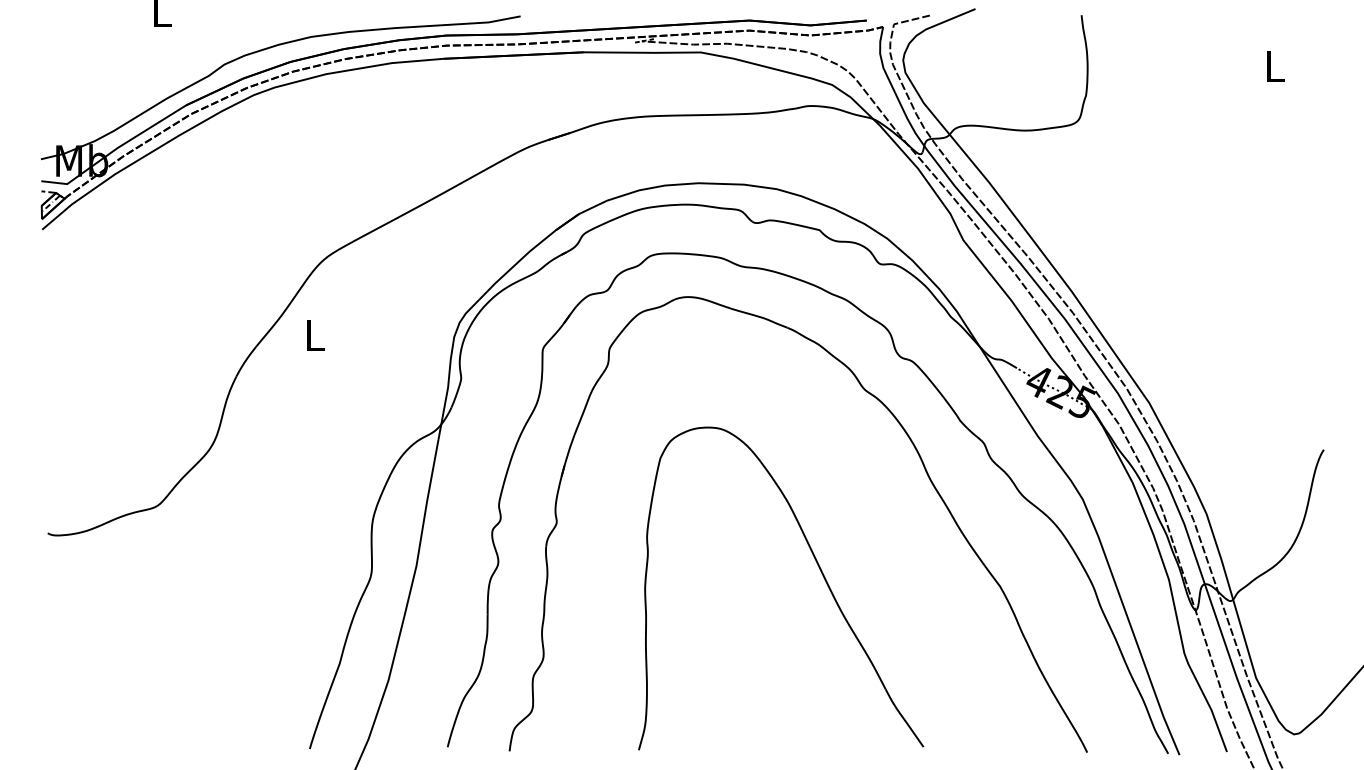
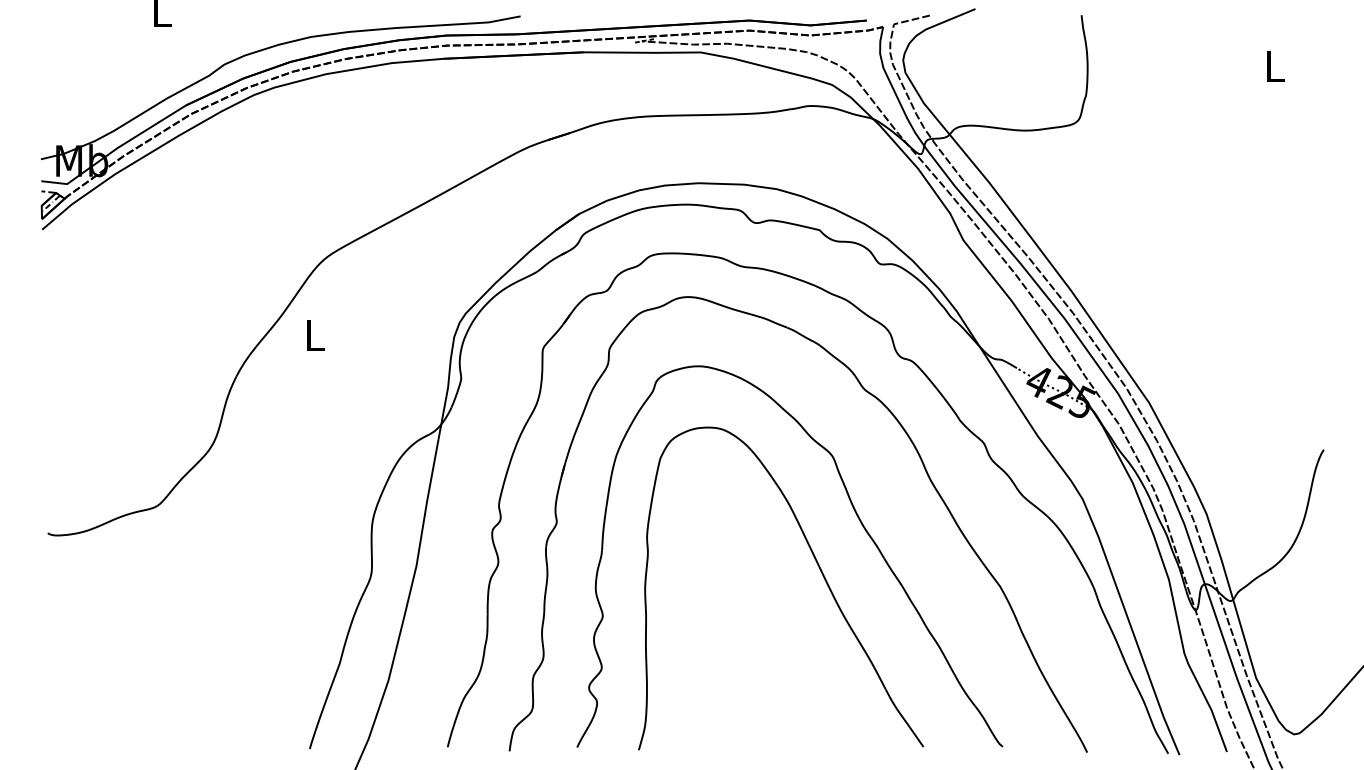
part at (859, 521): none -> present
